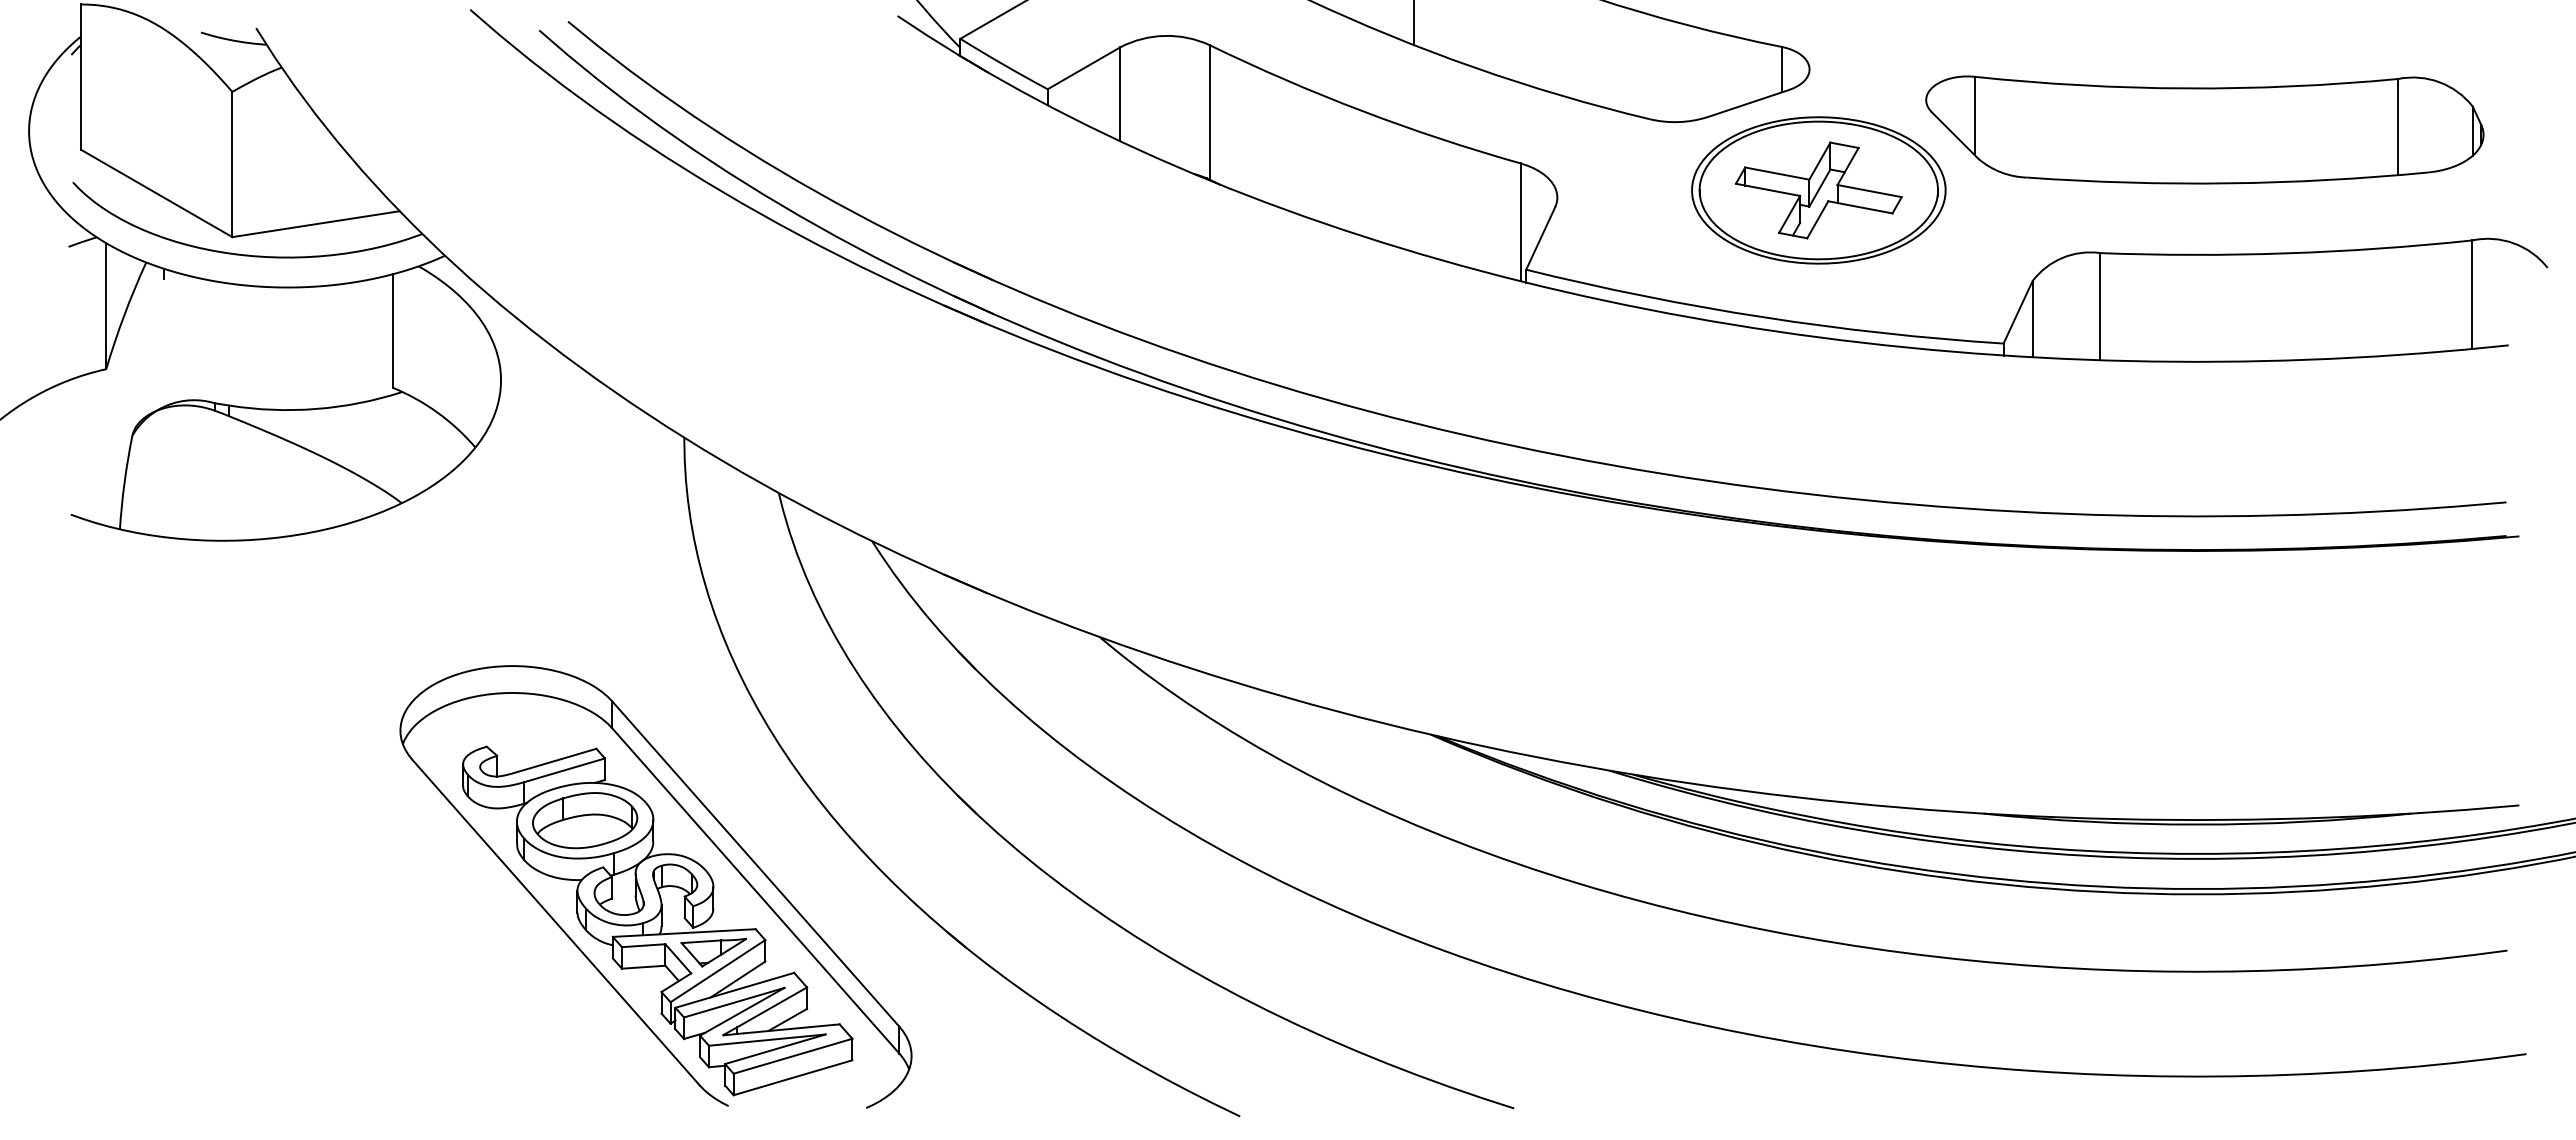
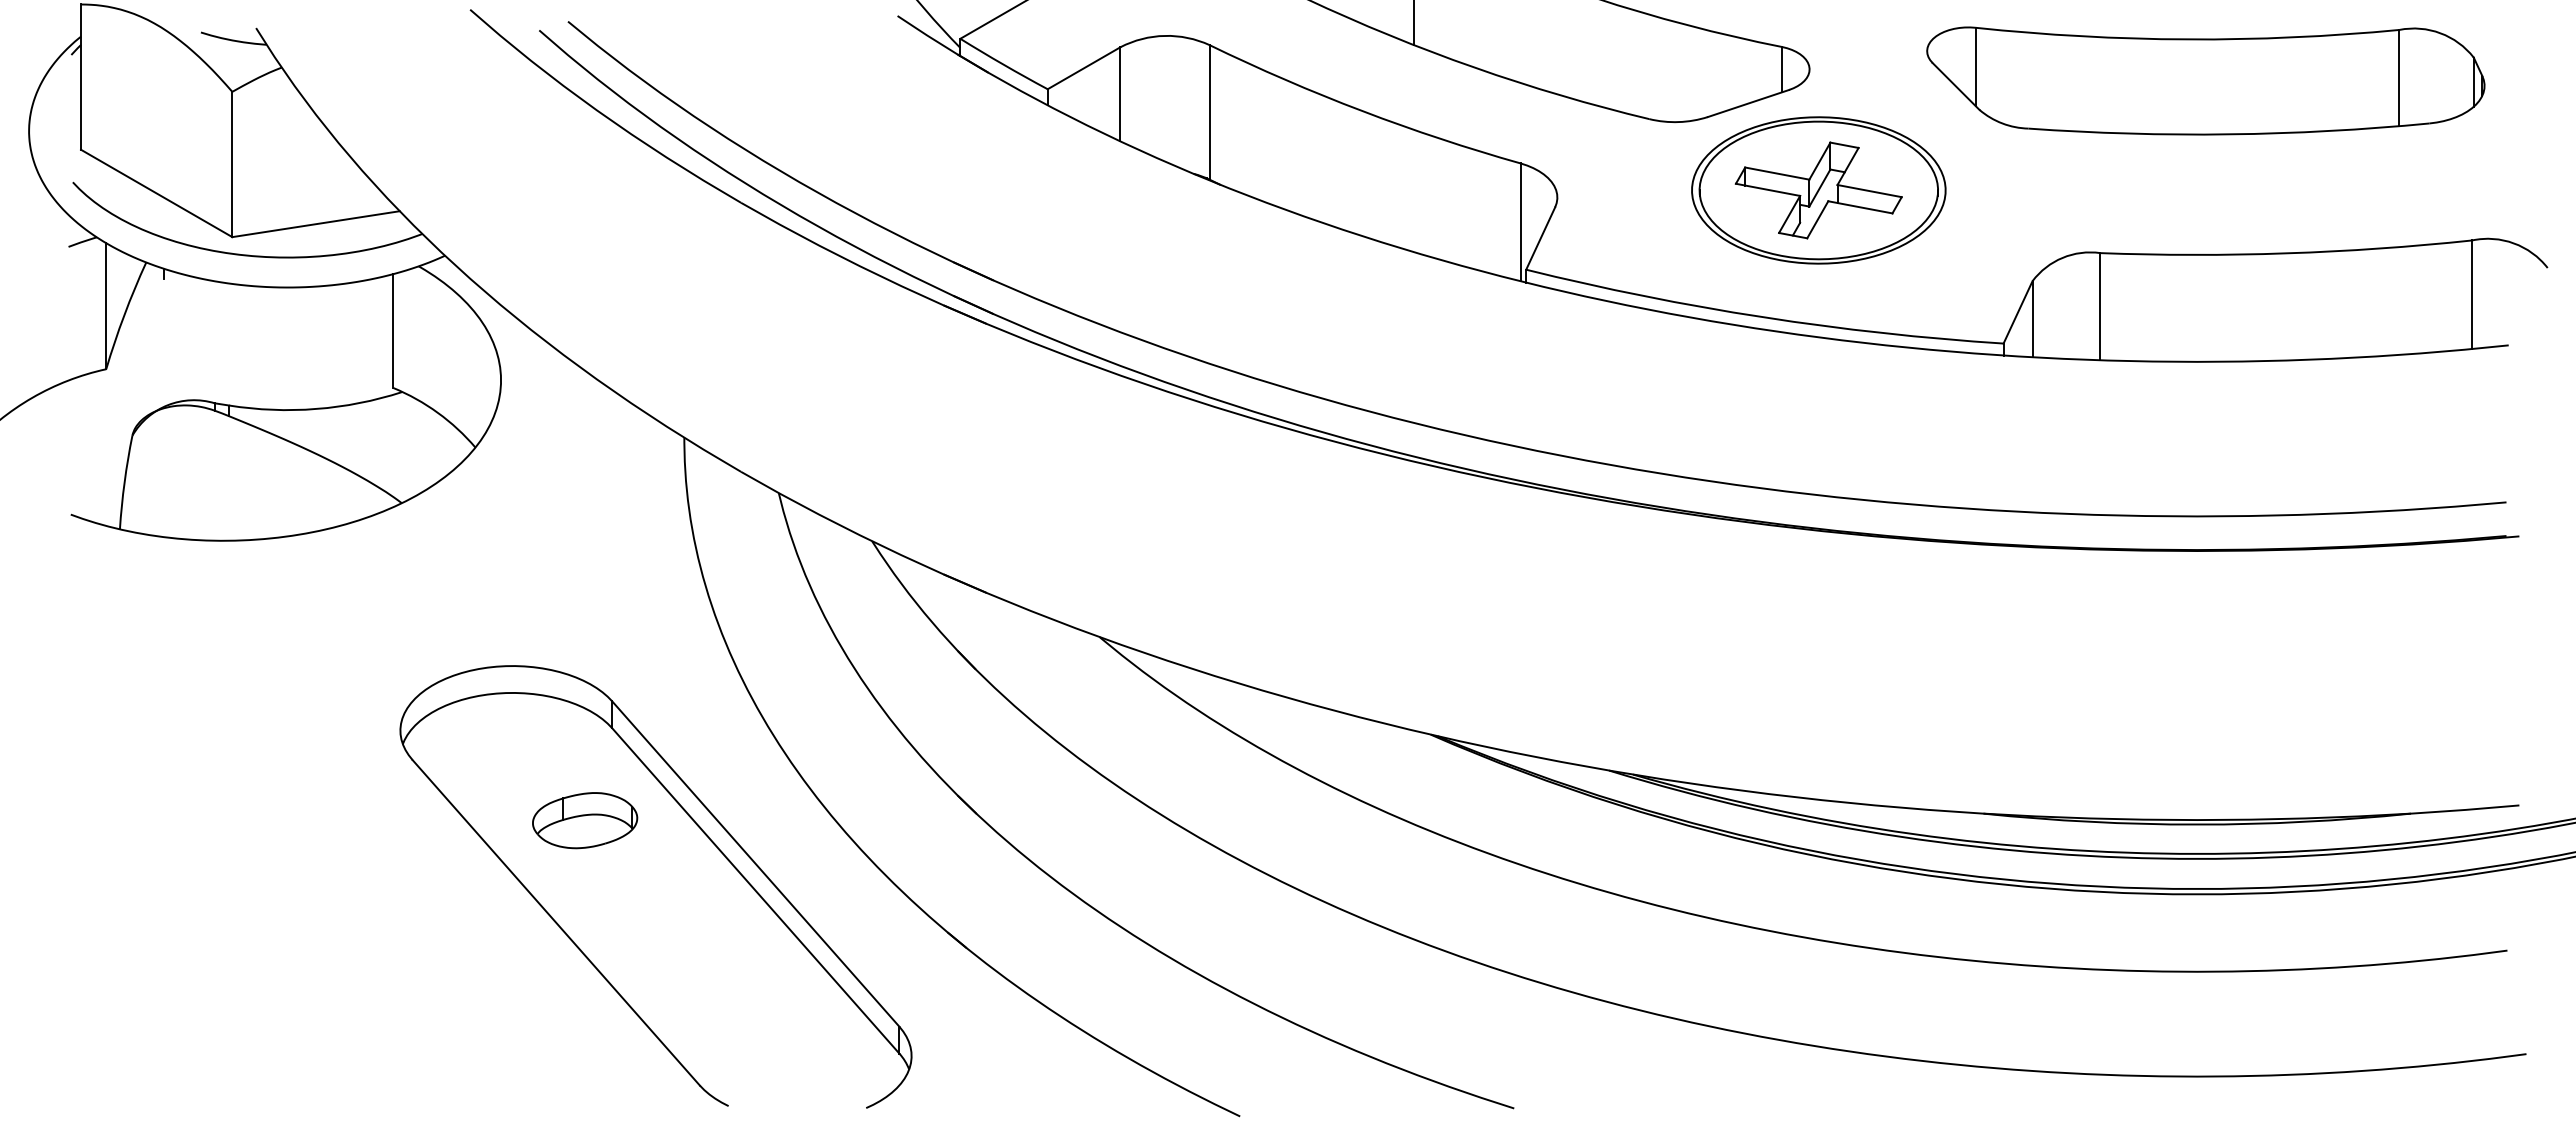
part at (2204, 129) position: (2204, 129) -> (2205, 80)
part at (657, 920): present -> none
